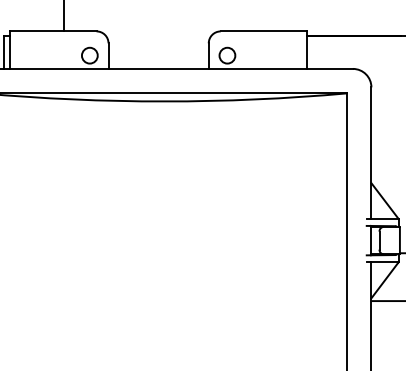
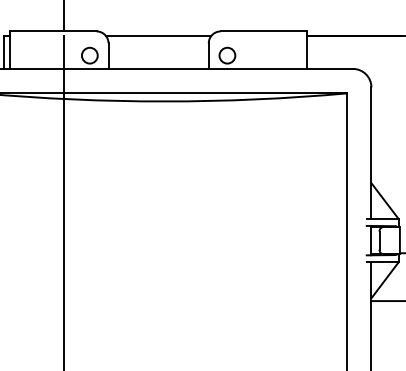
line at (158, 36): none -> present
line at (63, 201): none -> present
